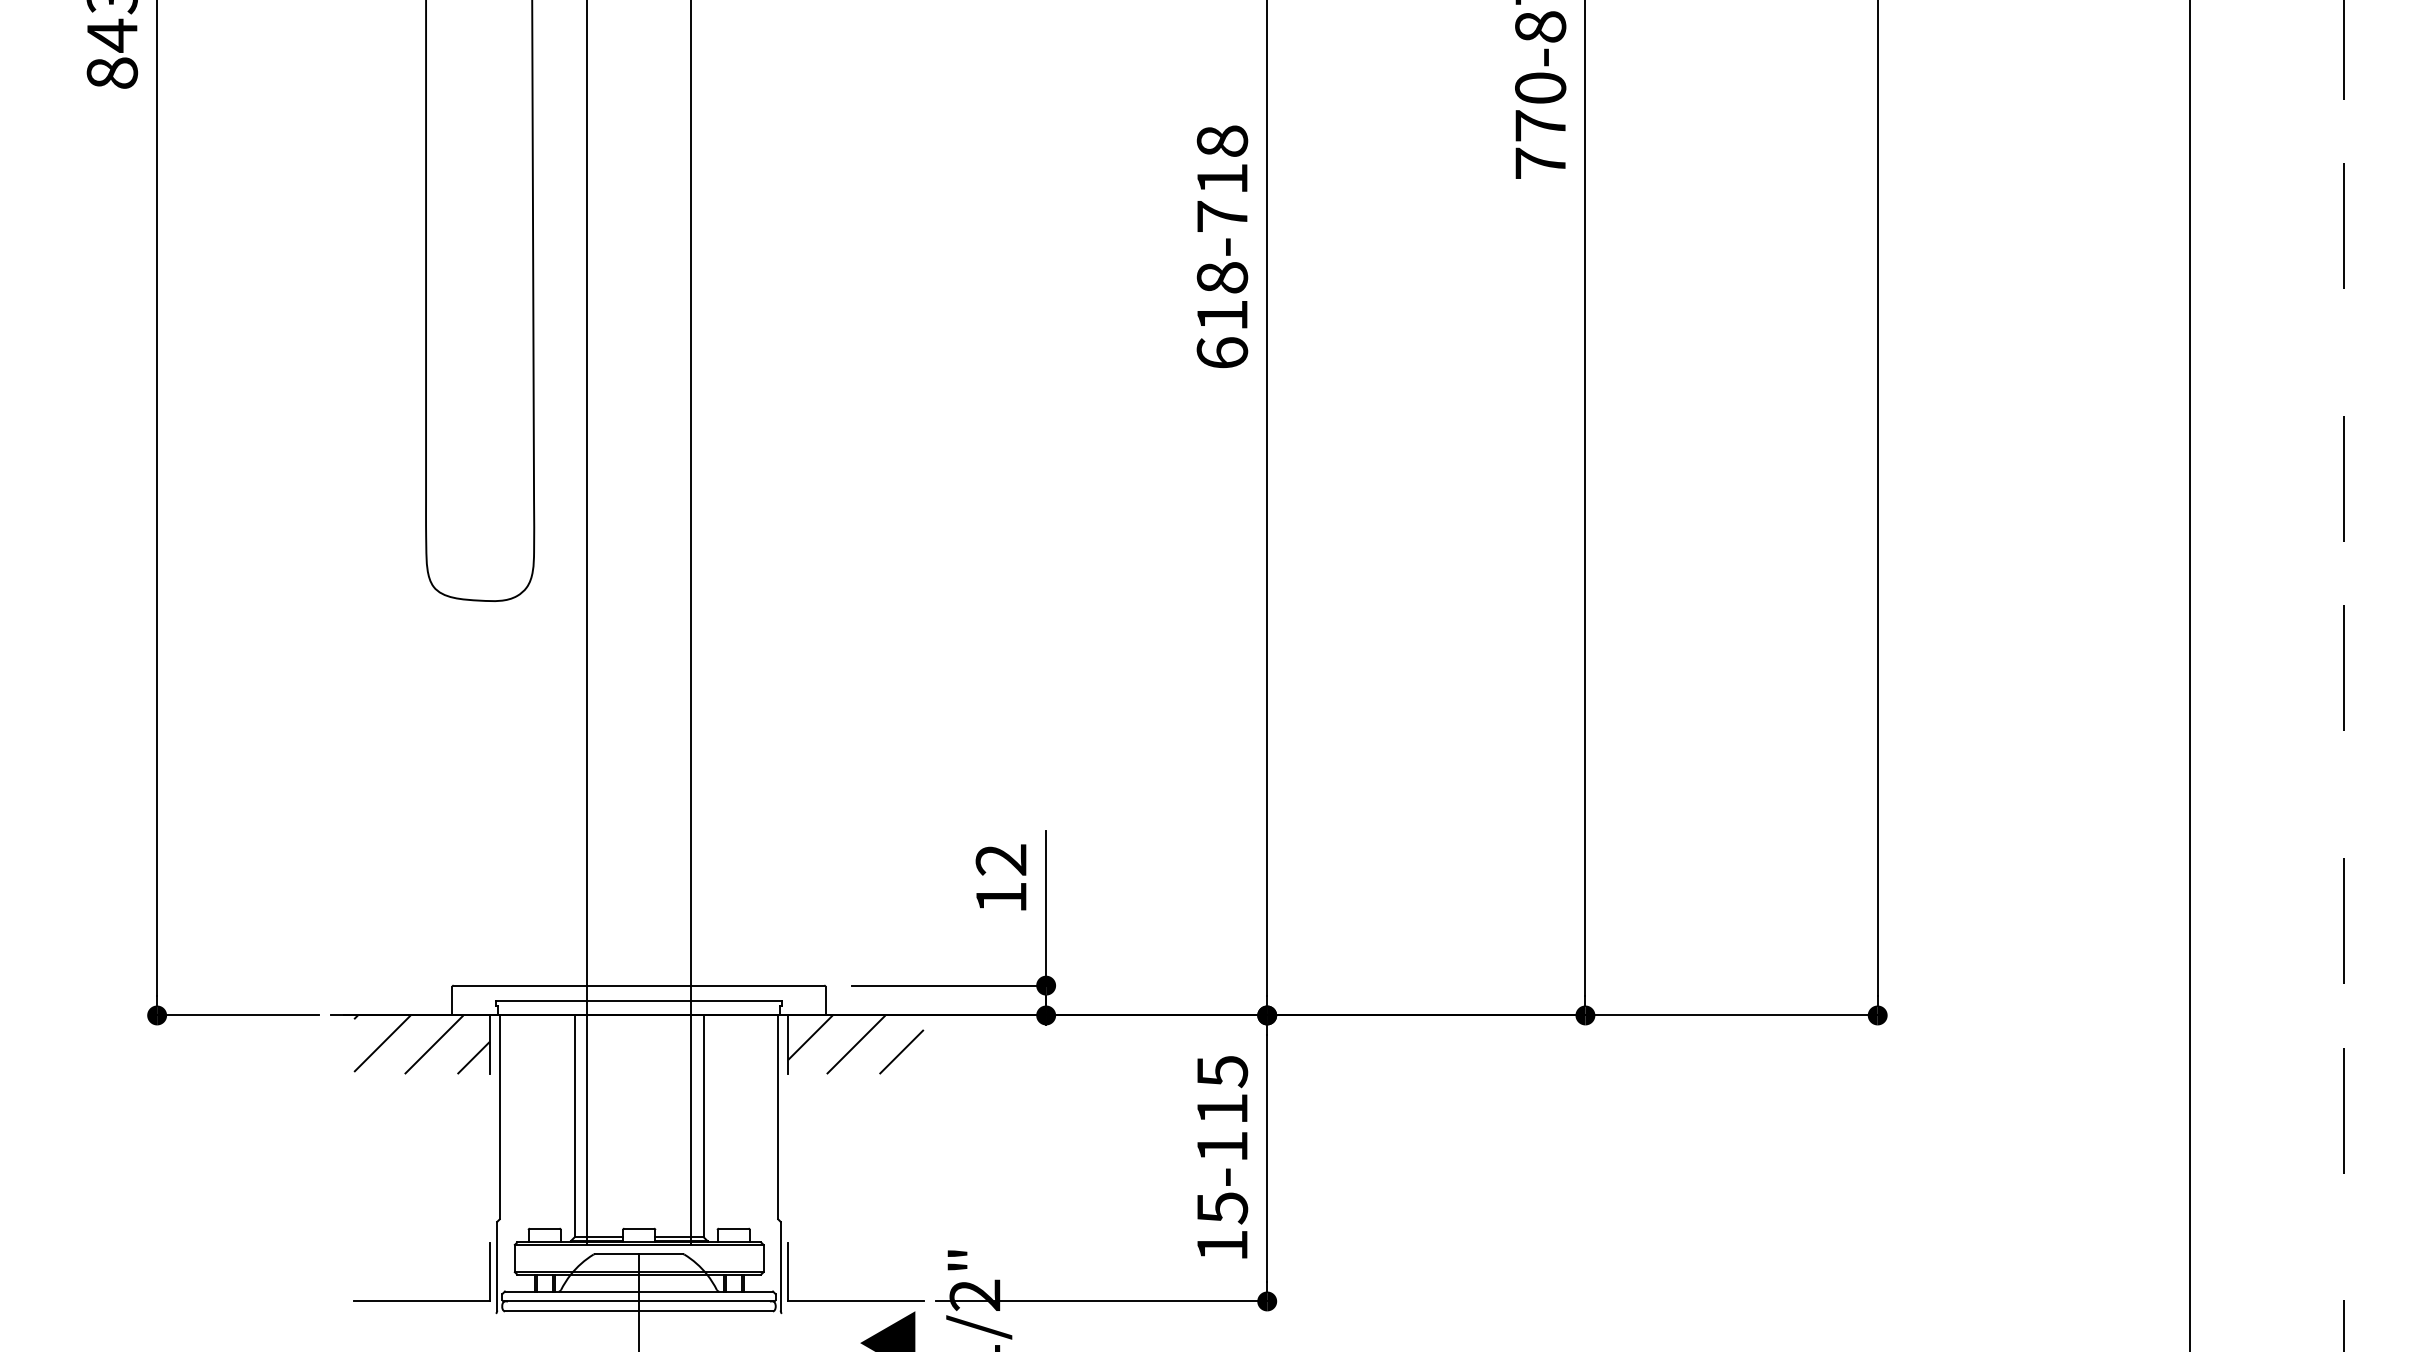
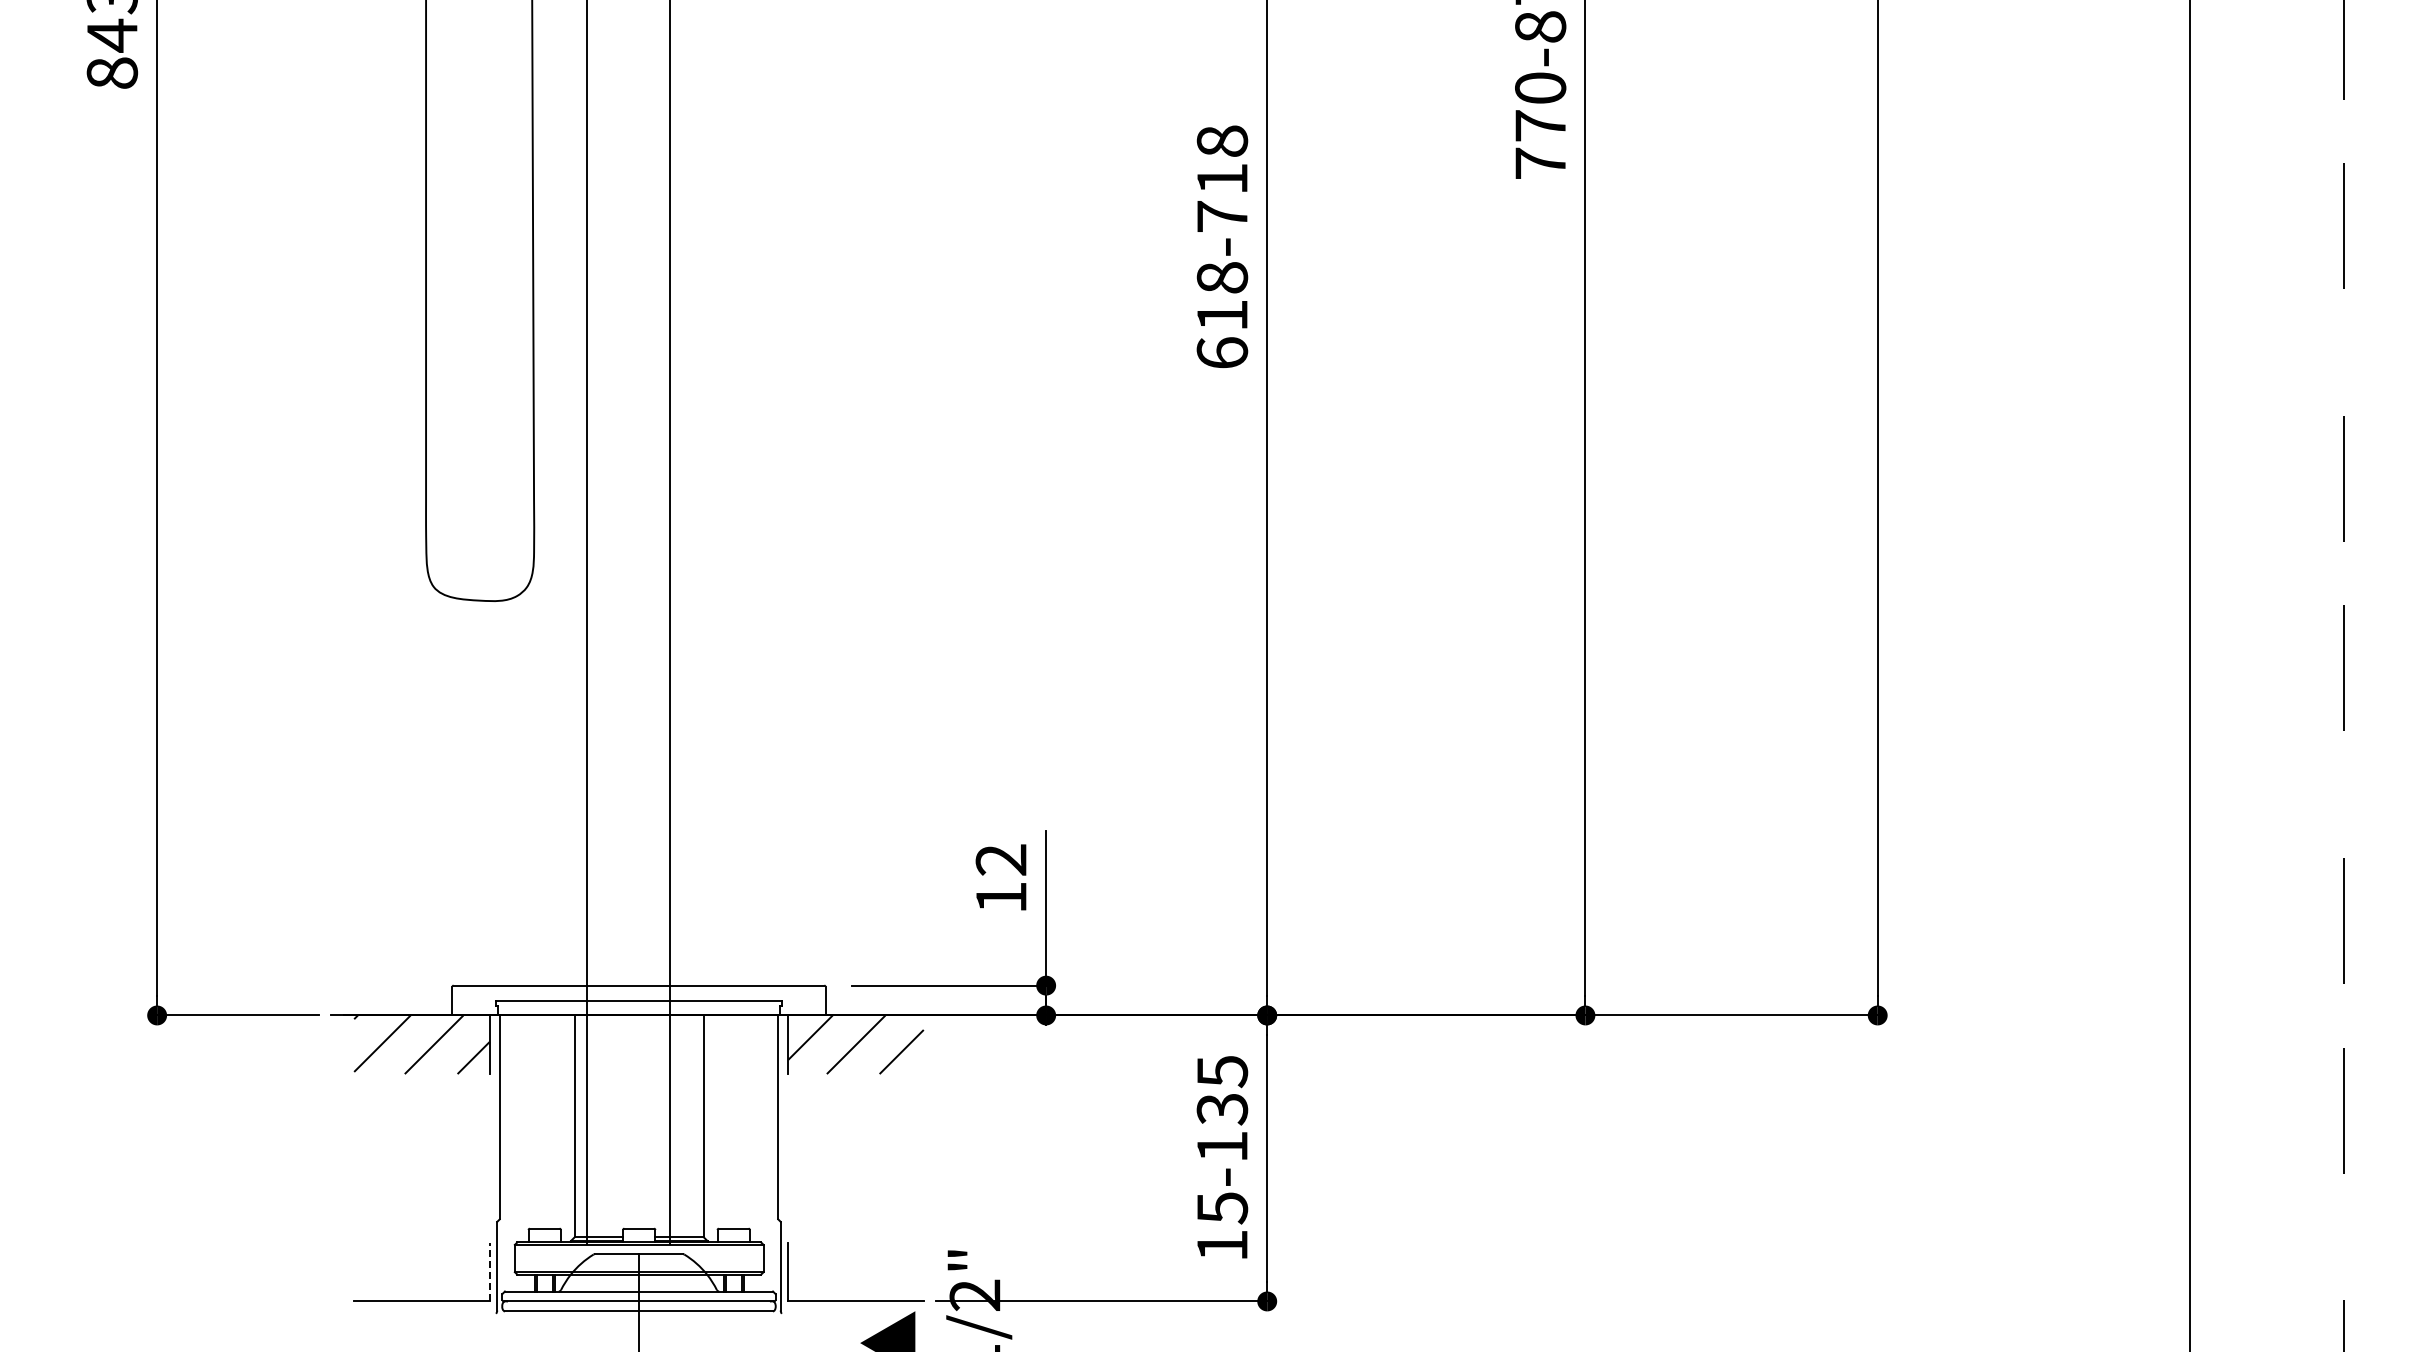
line at (691, 623) position: (691, 623) -> (670, 623)
text at (1222, 1109): 15-115 -> 15-135
line at (489, 1271): solid -> dashed
